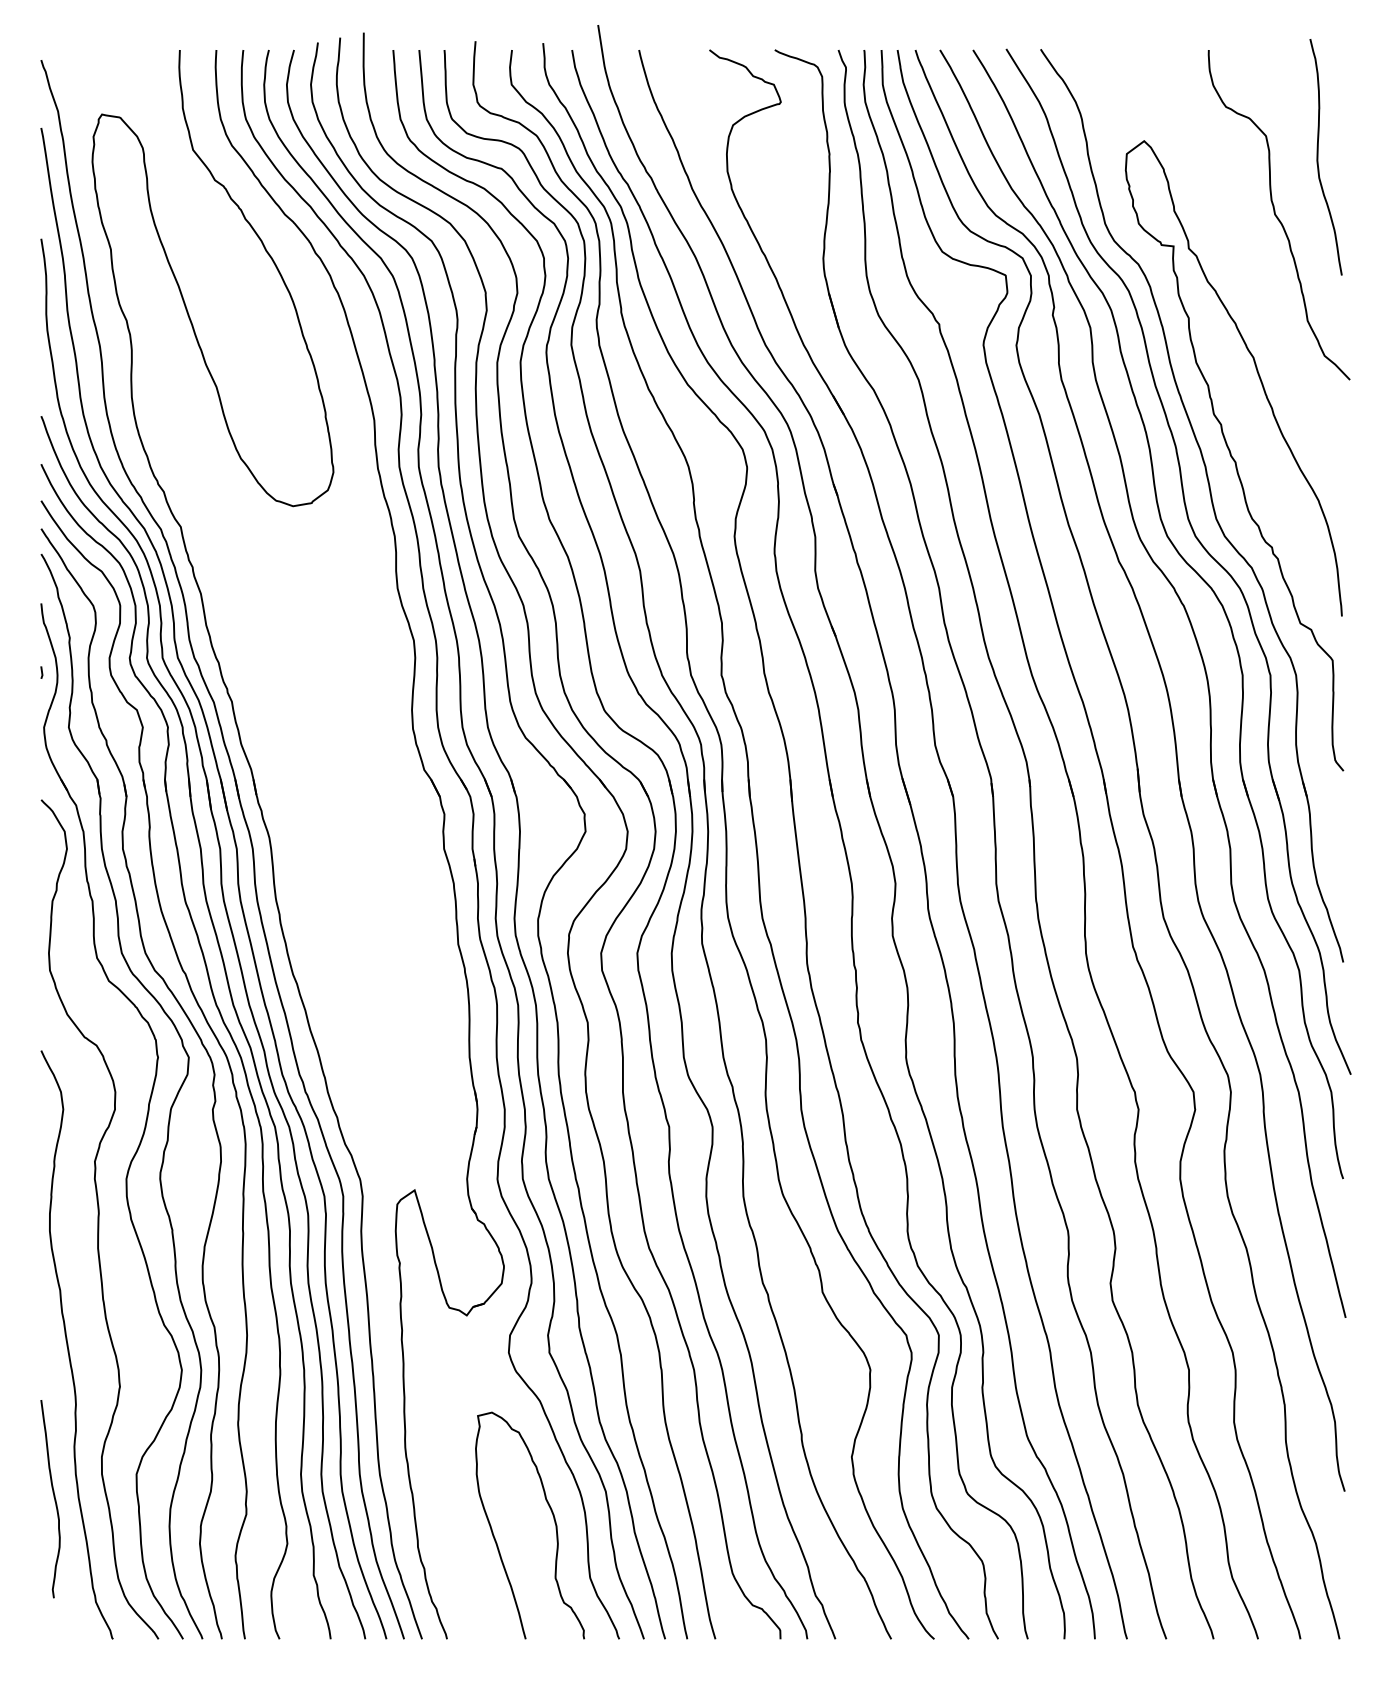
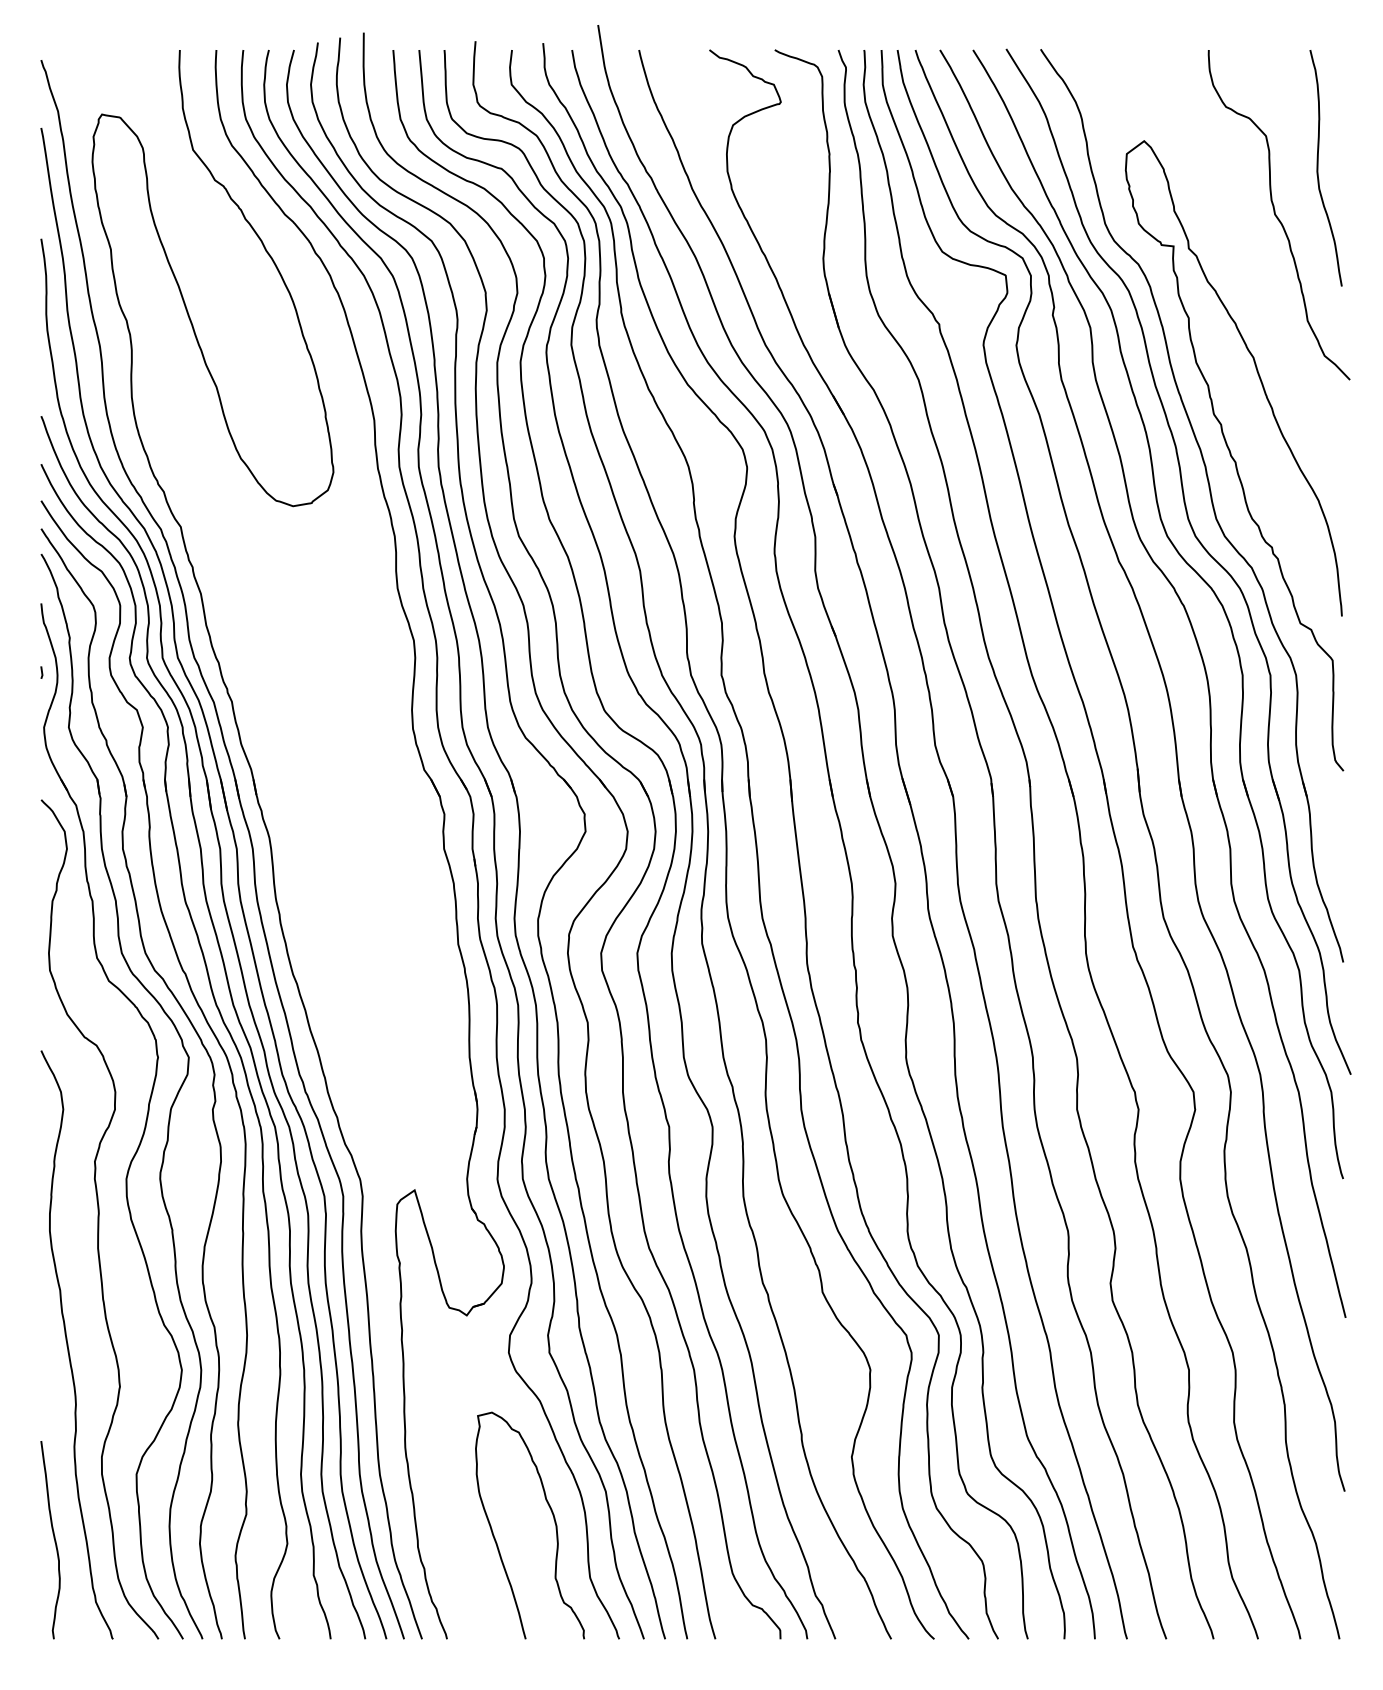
curve at (1318, 157) position: (1318, 157) -> (1318, 168)
curve at (53, 1497) position: (53, 1497) -> (53, 1538)
